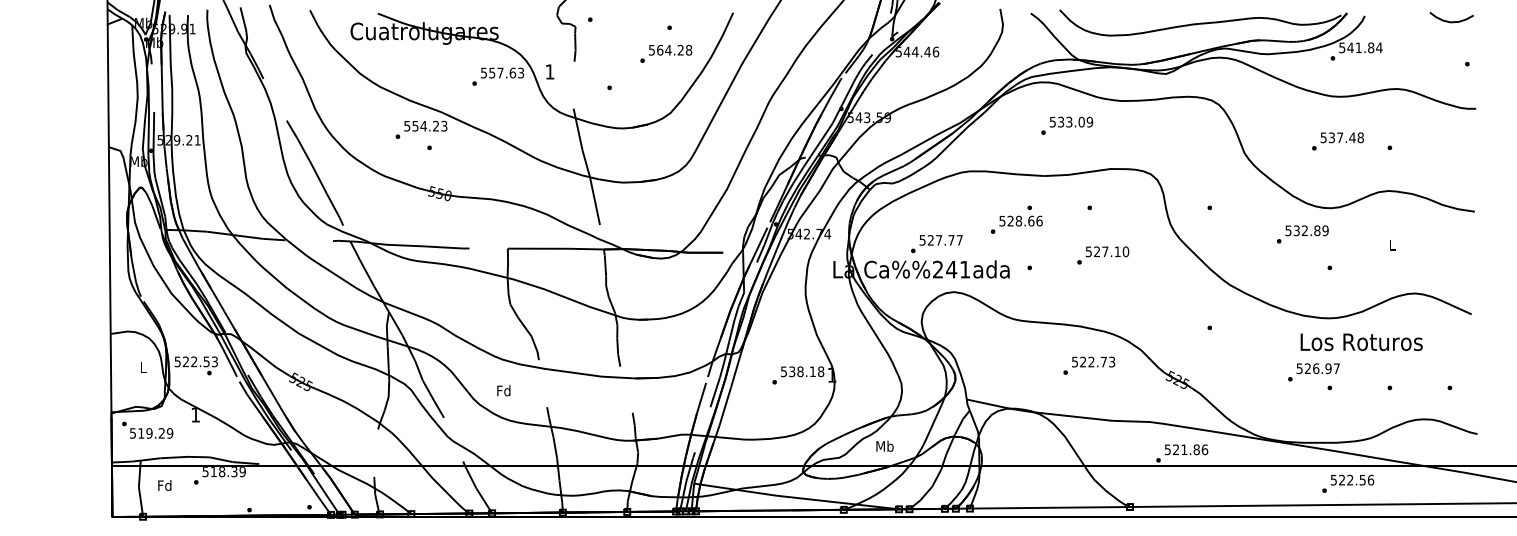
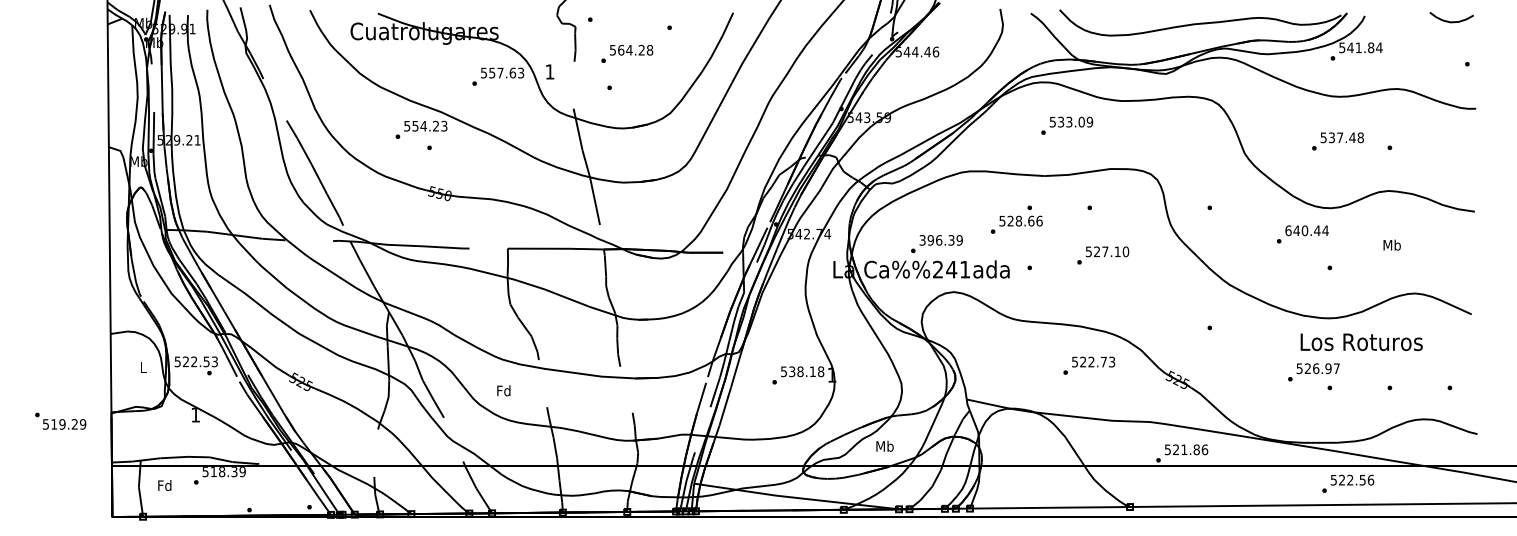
text at (666, 53) position: (666, 53) -> (627, 53)
text at (1306, 230): 532.89 -> 640.44
text at (941, 240): 527.77 -> 396.39
text at (1391, 244): L -> Mb
text at (147, 429) position: (147, 429) -> (60, 420)
